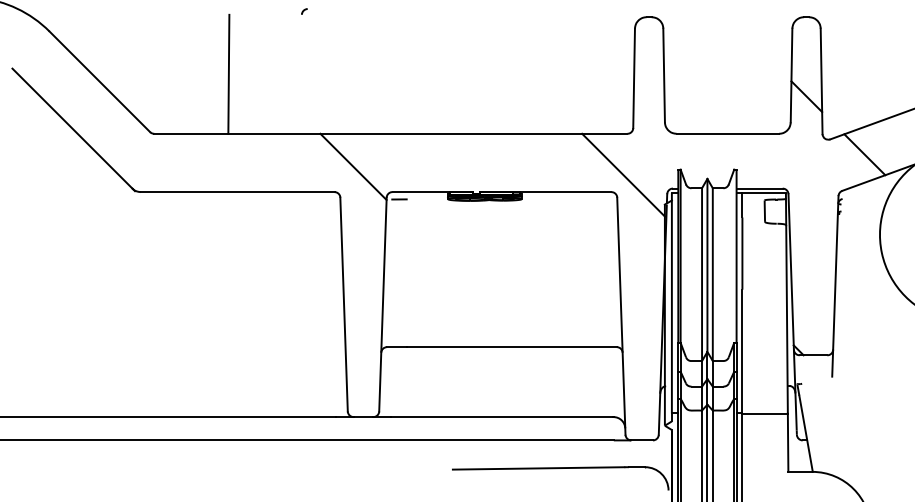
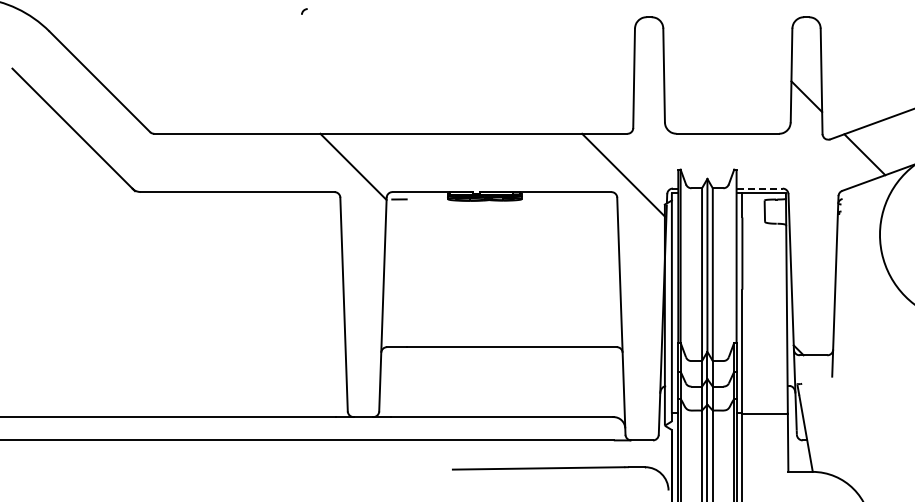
line at (228, 73): present -> none
line at (760, 188): solid -> dashed
